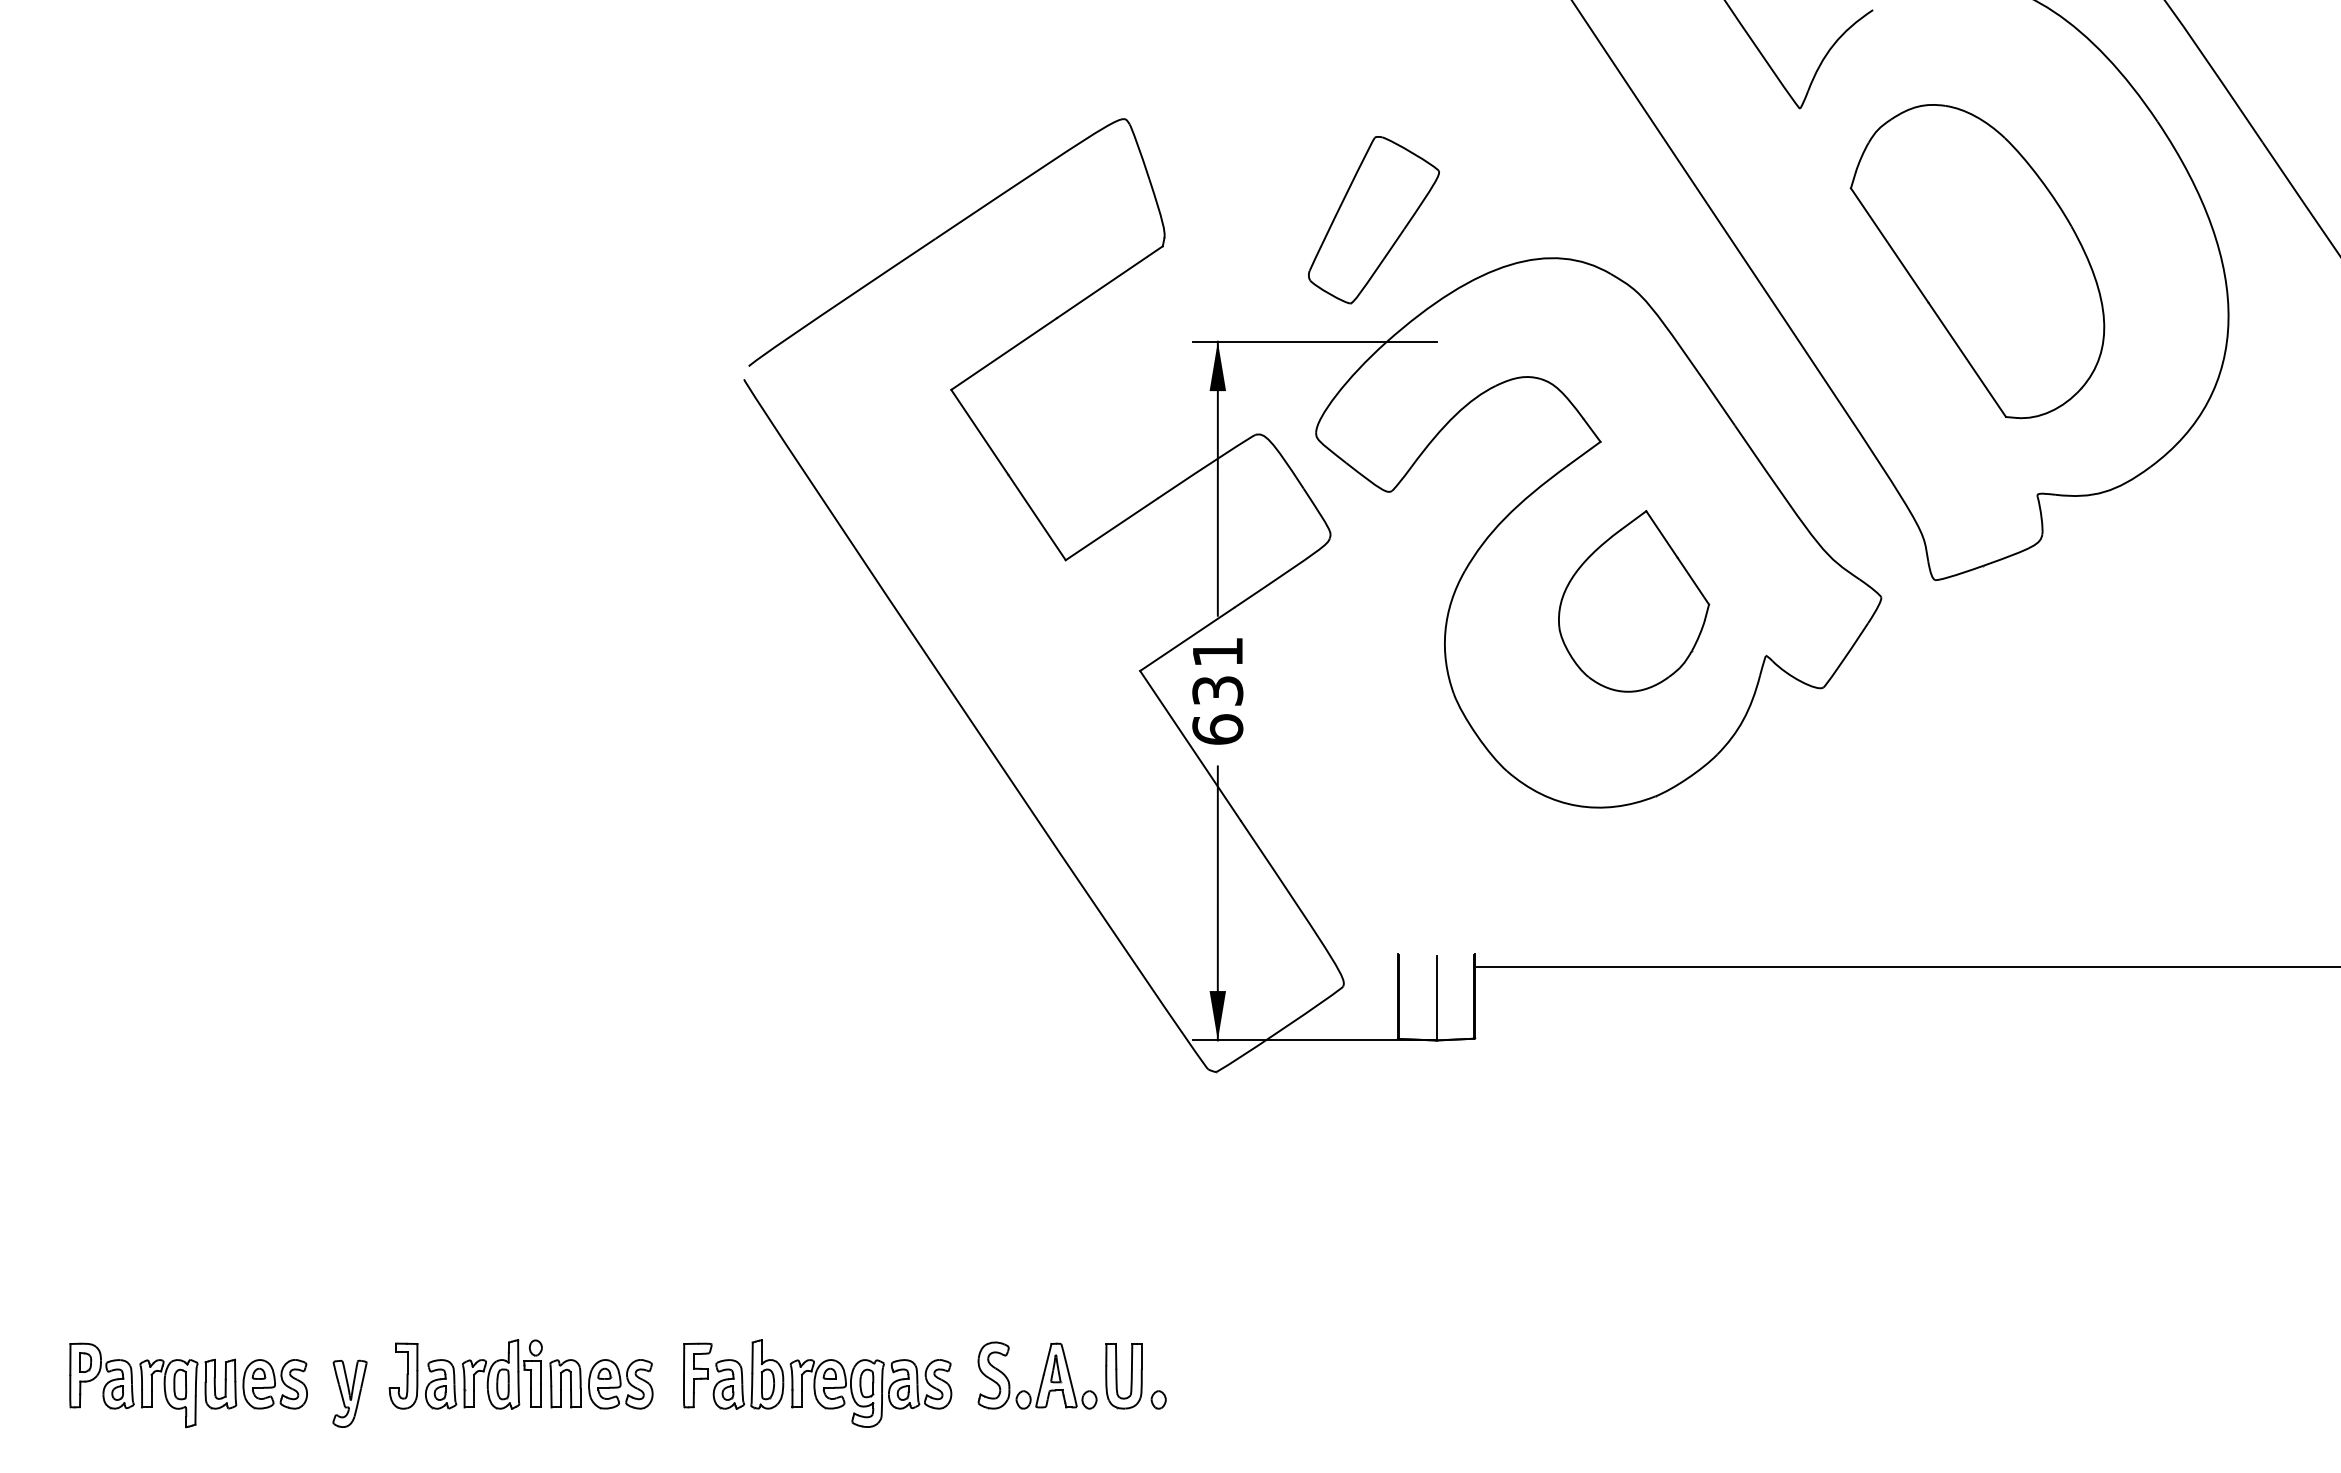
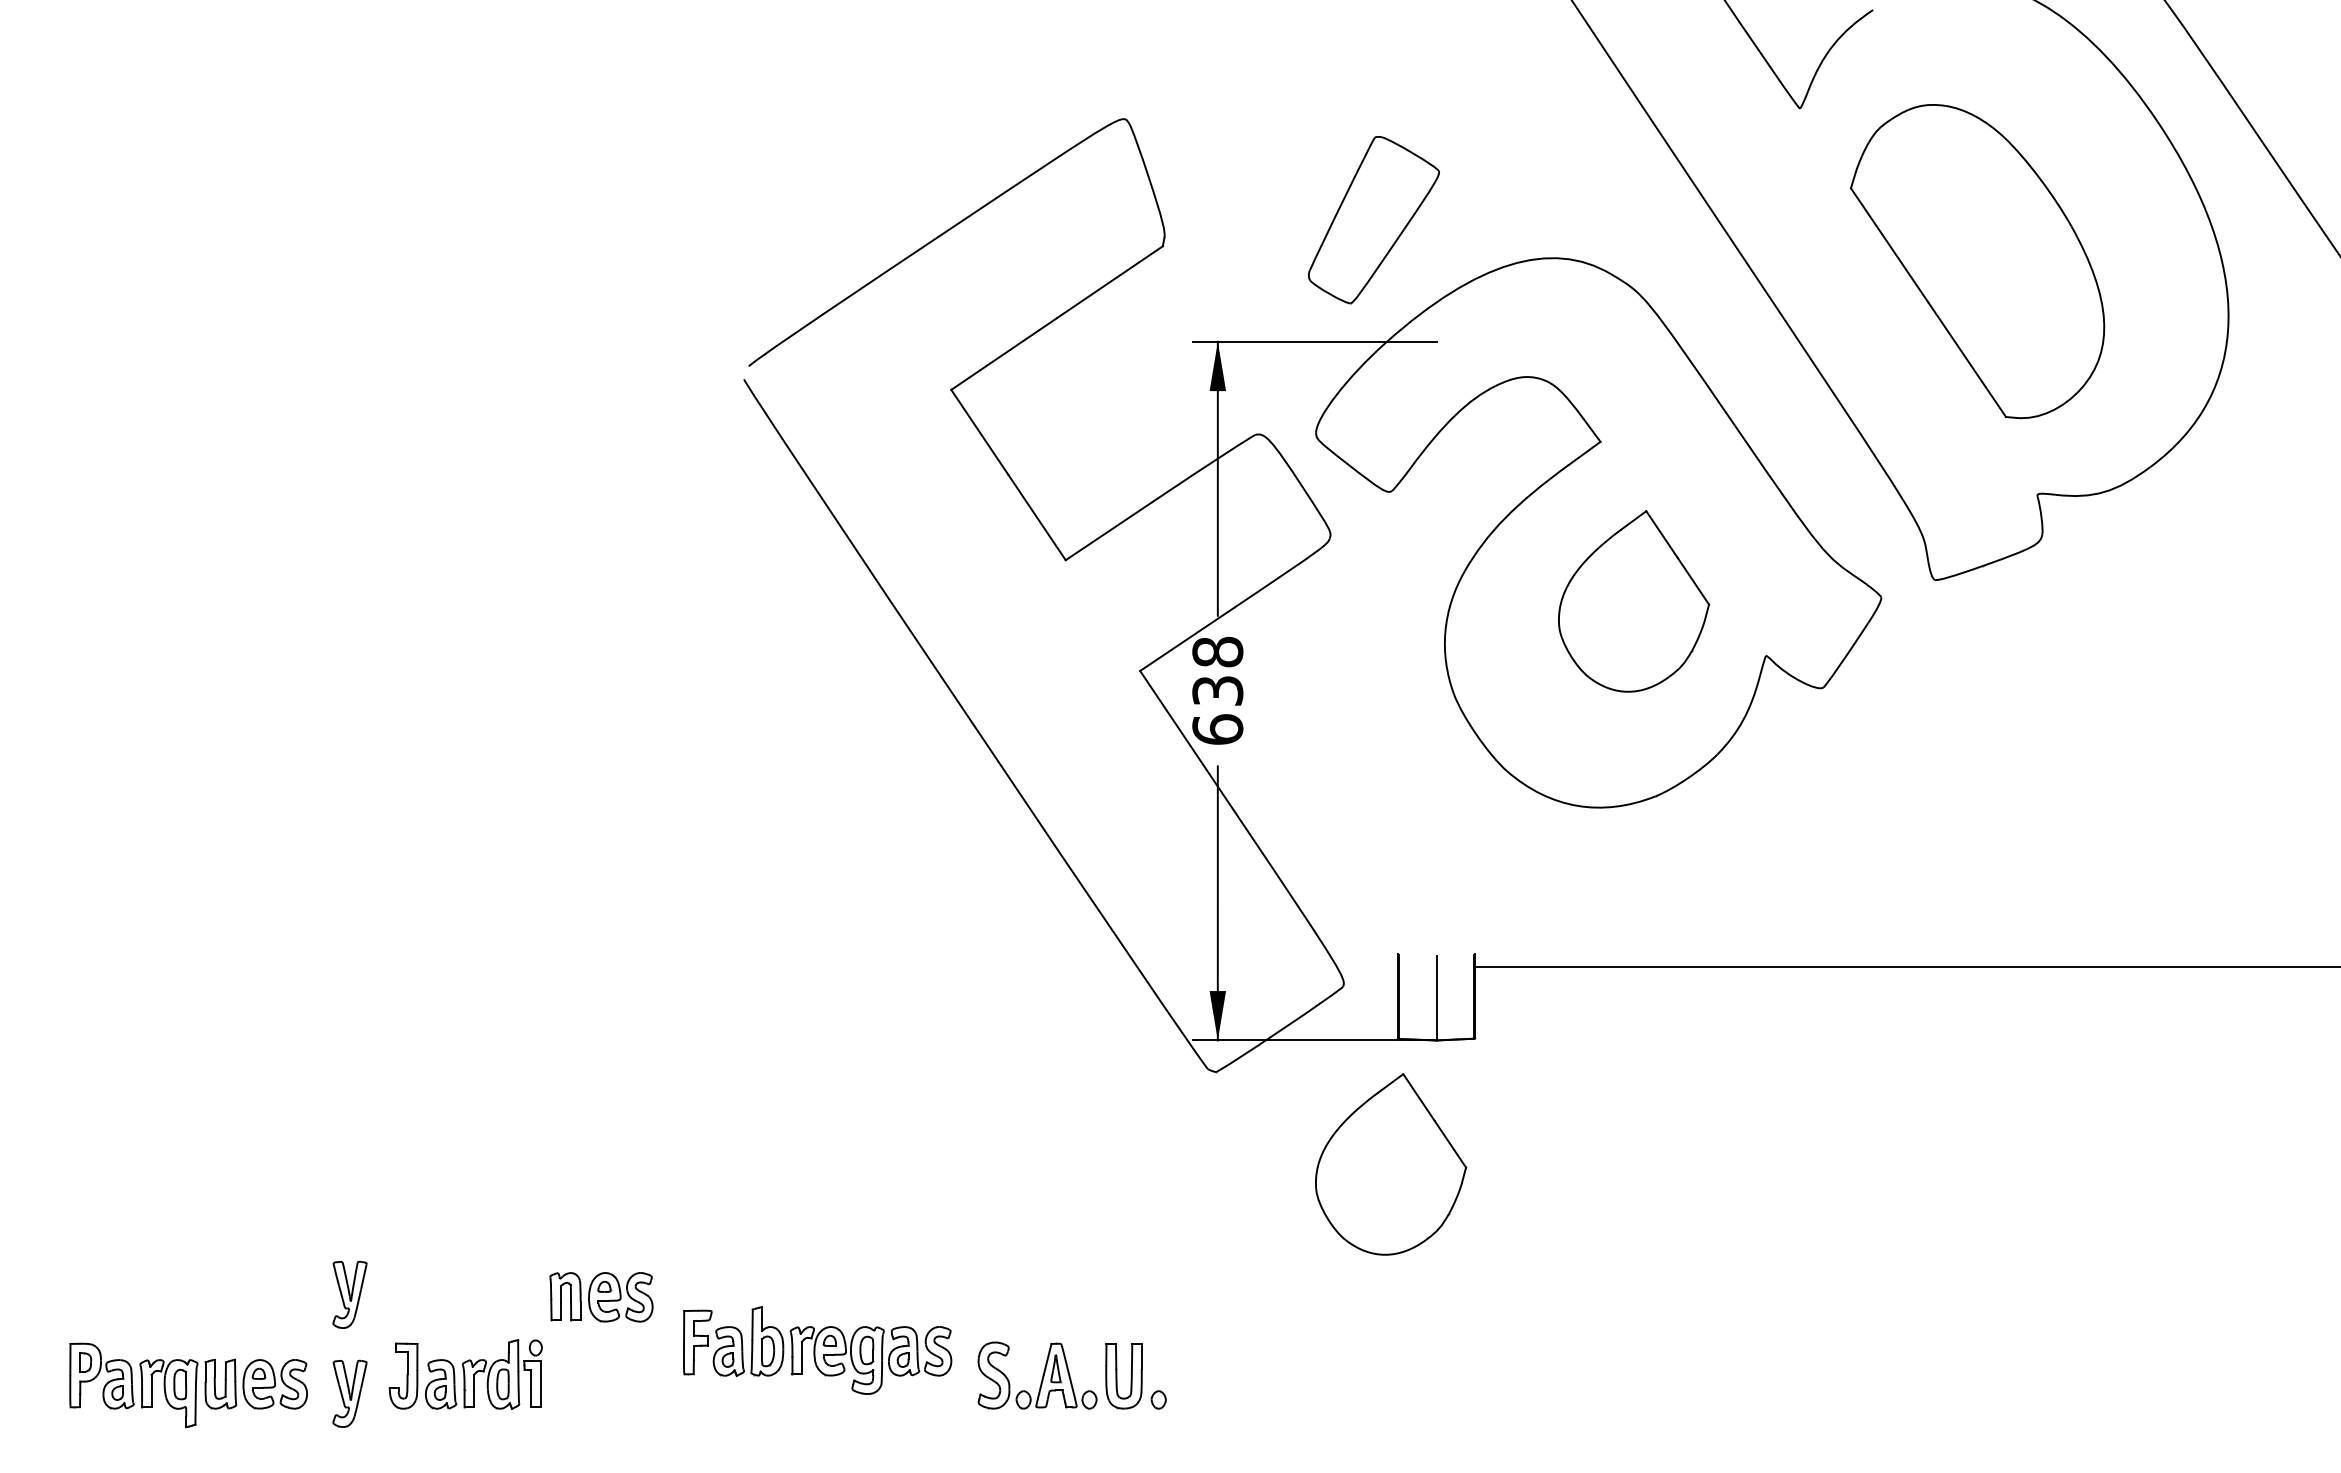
text at (1217, 651): 631 -> 638
part at (1391, 1164): none -> present
part at (349, 1294): none -> present
part at (817, 1383) position: (817, 1383) -> (817, 1350)
part at (601, 1384) position: (601, 1384) -> (601, 1297)
